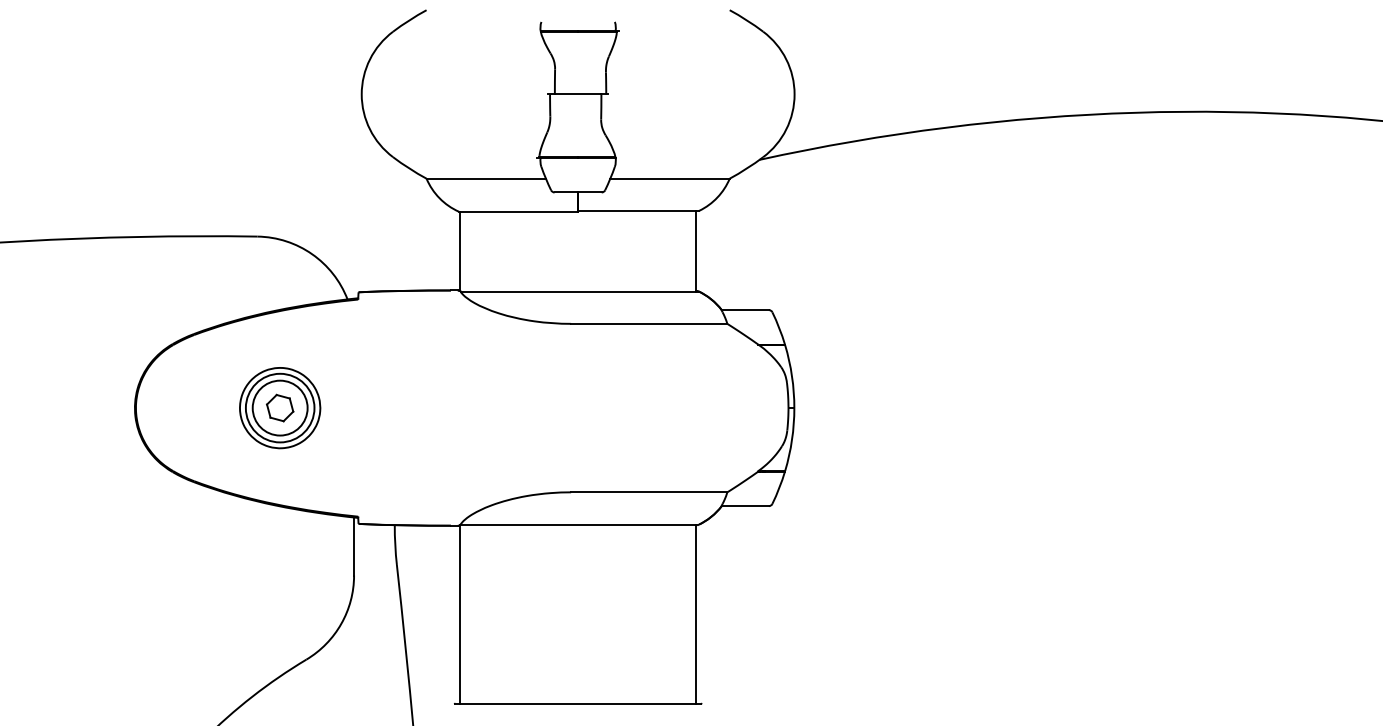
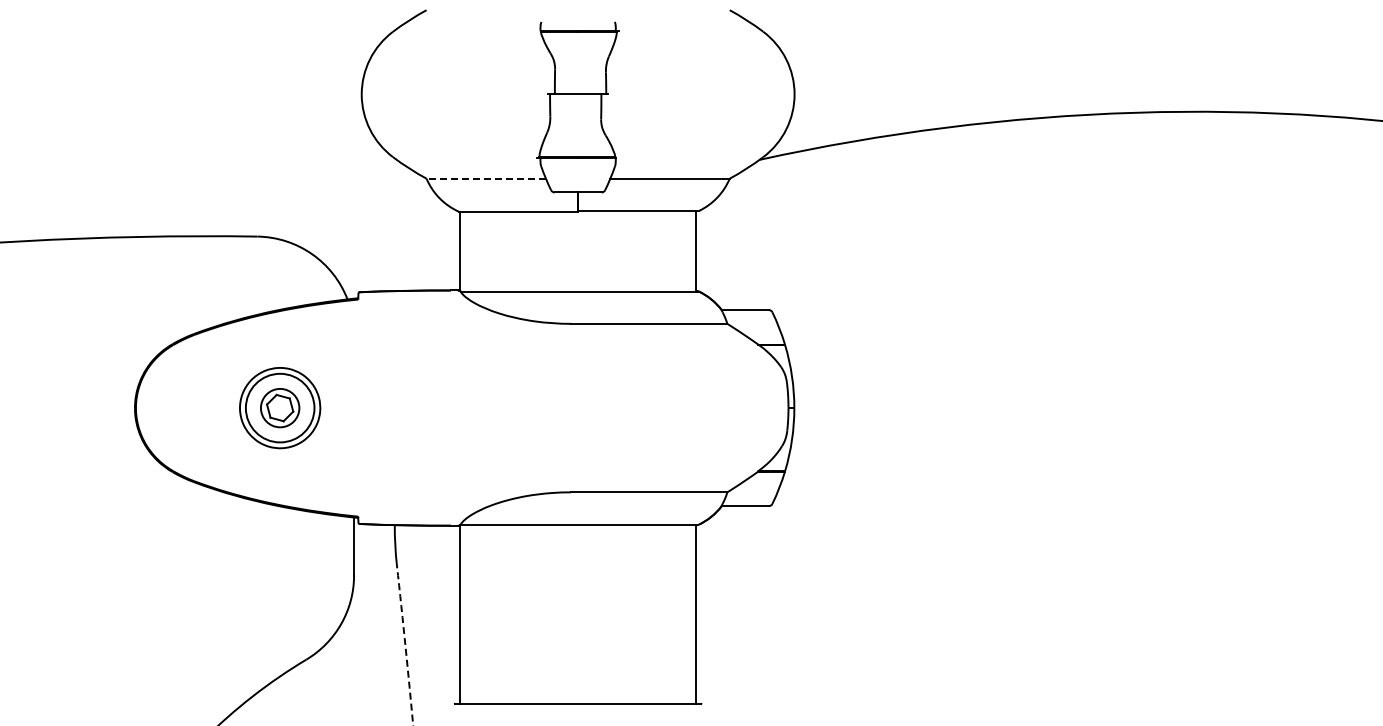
line at (486, 178): solid -> dashed
circle at (279, 407) diameter: 55 px -> 38 px
arc at (405, 645): solid -> dashed
